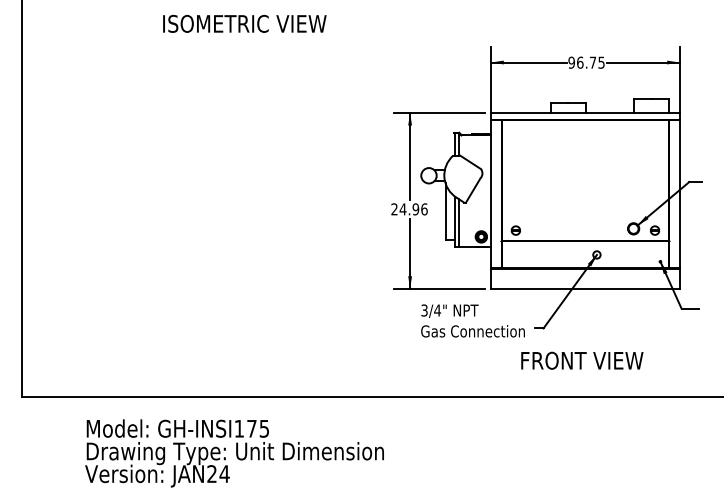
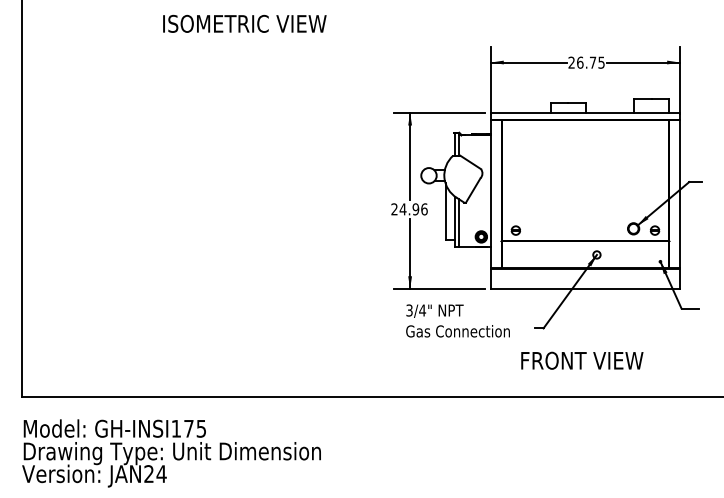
text at (571, 62): 96.75 -> 26.75
text at (472, 320) position: (472, 320) -> (457, 320)
text at (234, 453) position: (234, 453) -> (171, 453)
